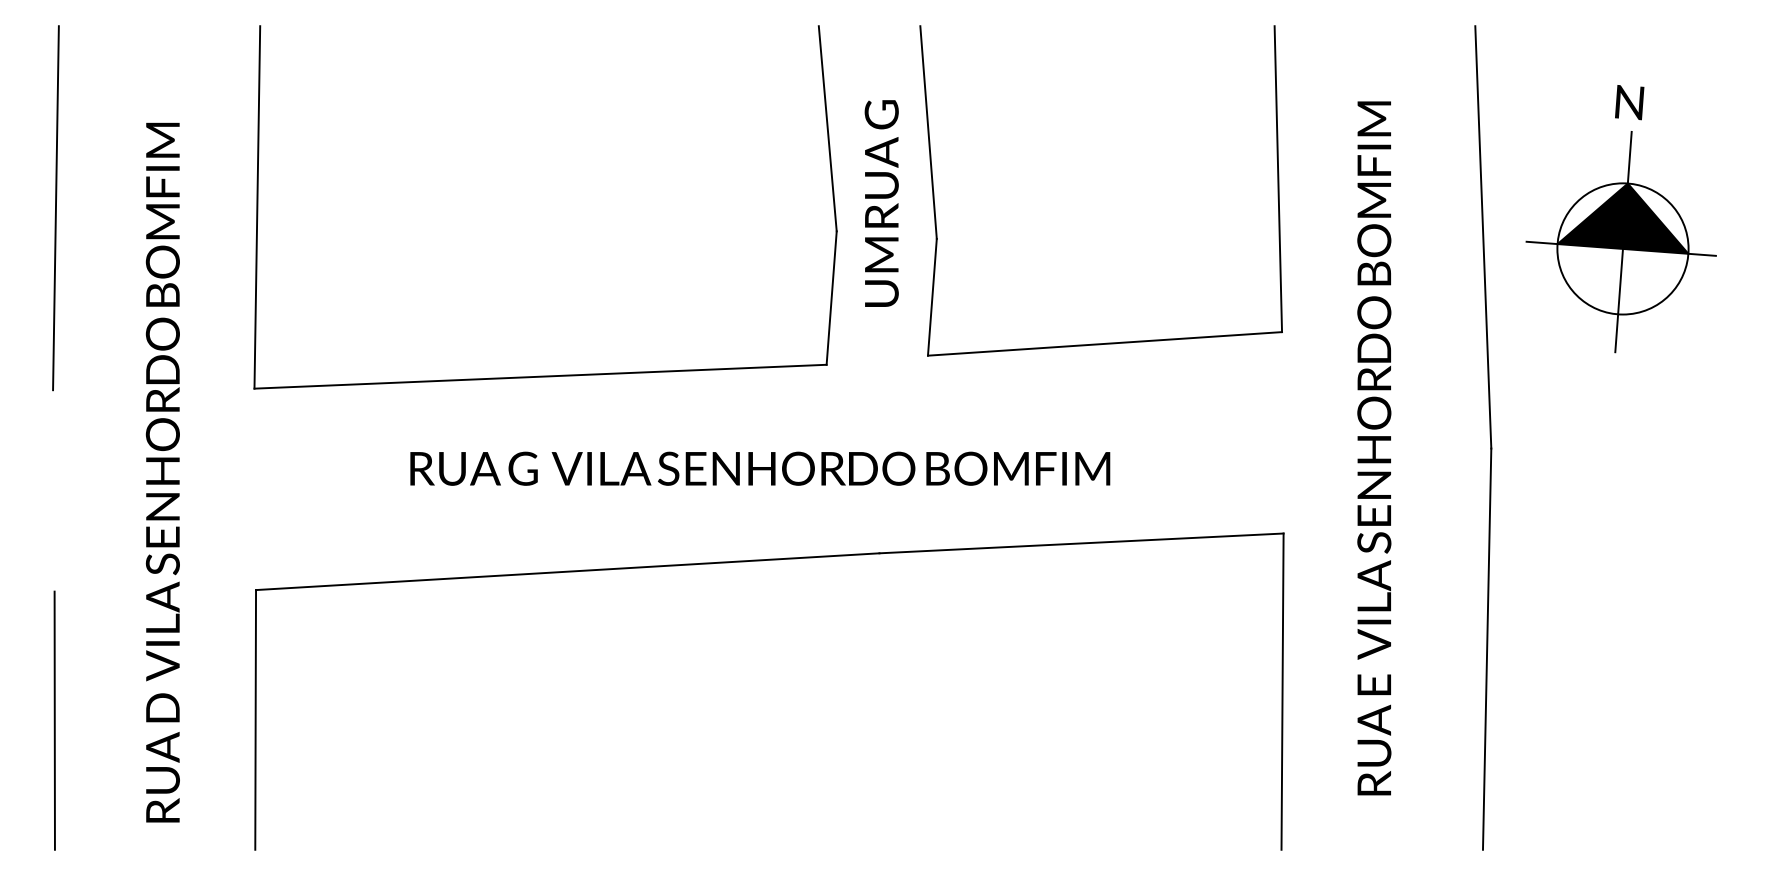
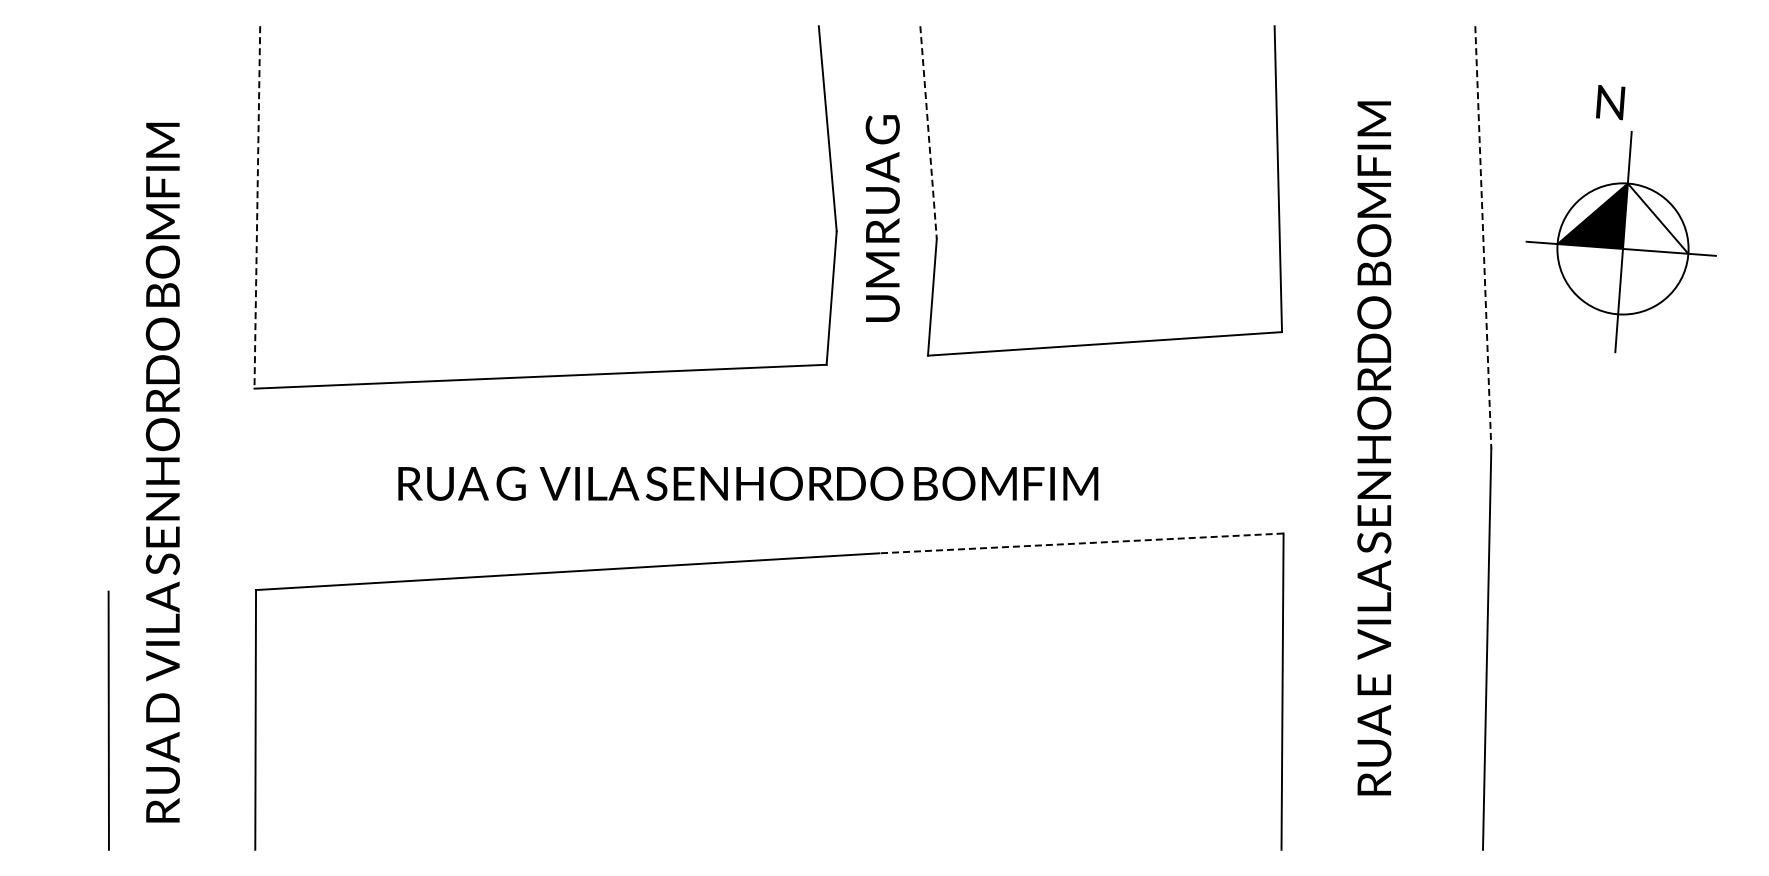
text at (1629, 102) position: (1629, 102) -> (1610, 102)
line at (928, 132): solid -> dashed
text at (881, 203) position: (881, 203) -> (882, 218)
line at (257, 207): solid -> dashed
line at (55, 208): present -> none
fill at (1655, 218): present -> none
line at (1483, 237): solid -> dashed
text at (760, 468) position: (760, 468) -> (748, 483)
line at (1081, 543): solid -> dashed
line at (54, 720) position: (54, 720) -> (108, 720)
